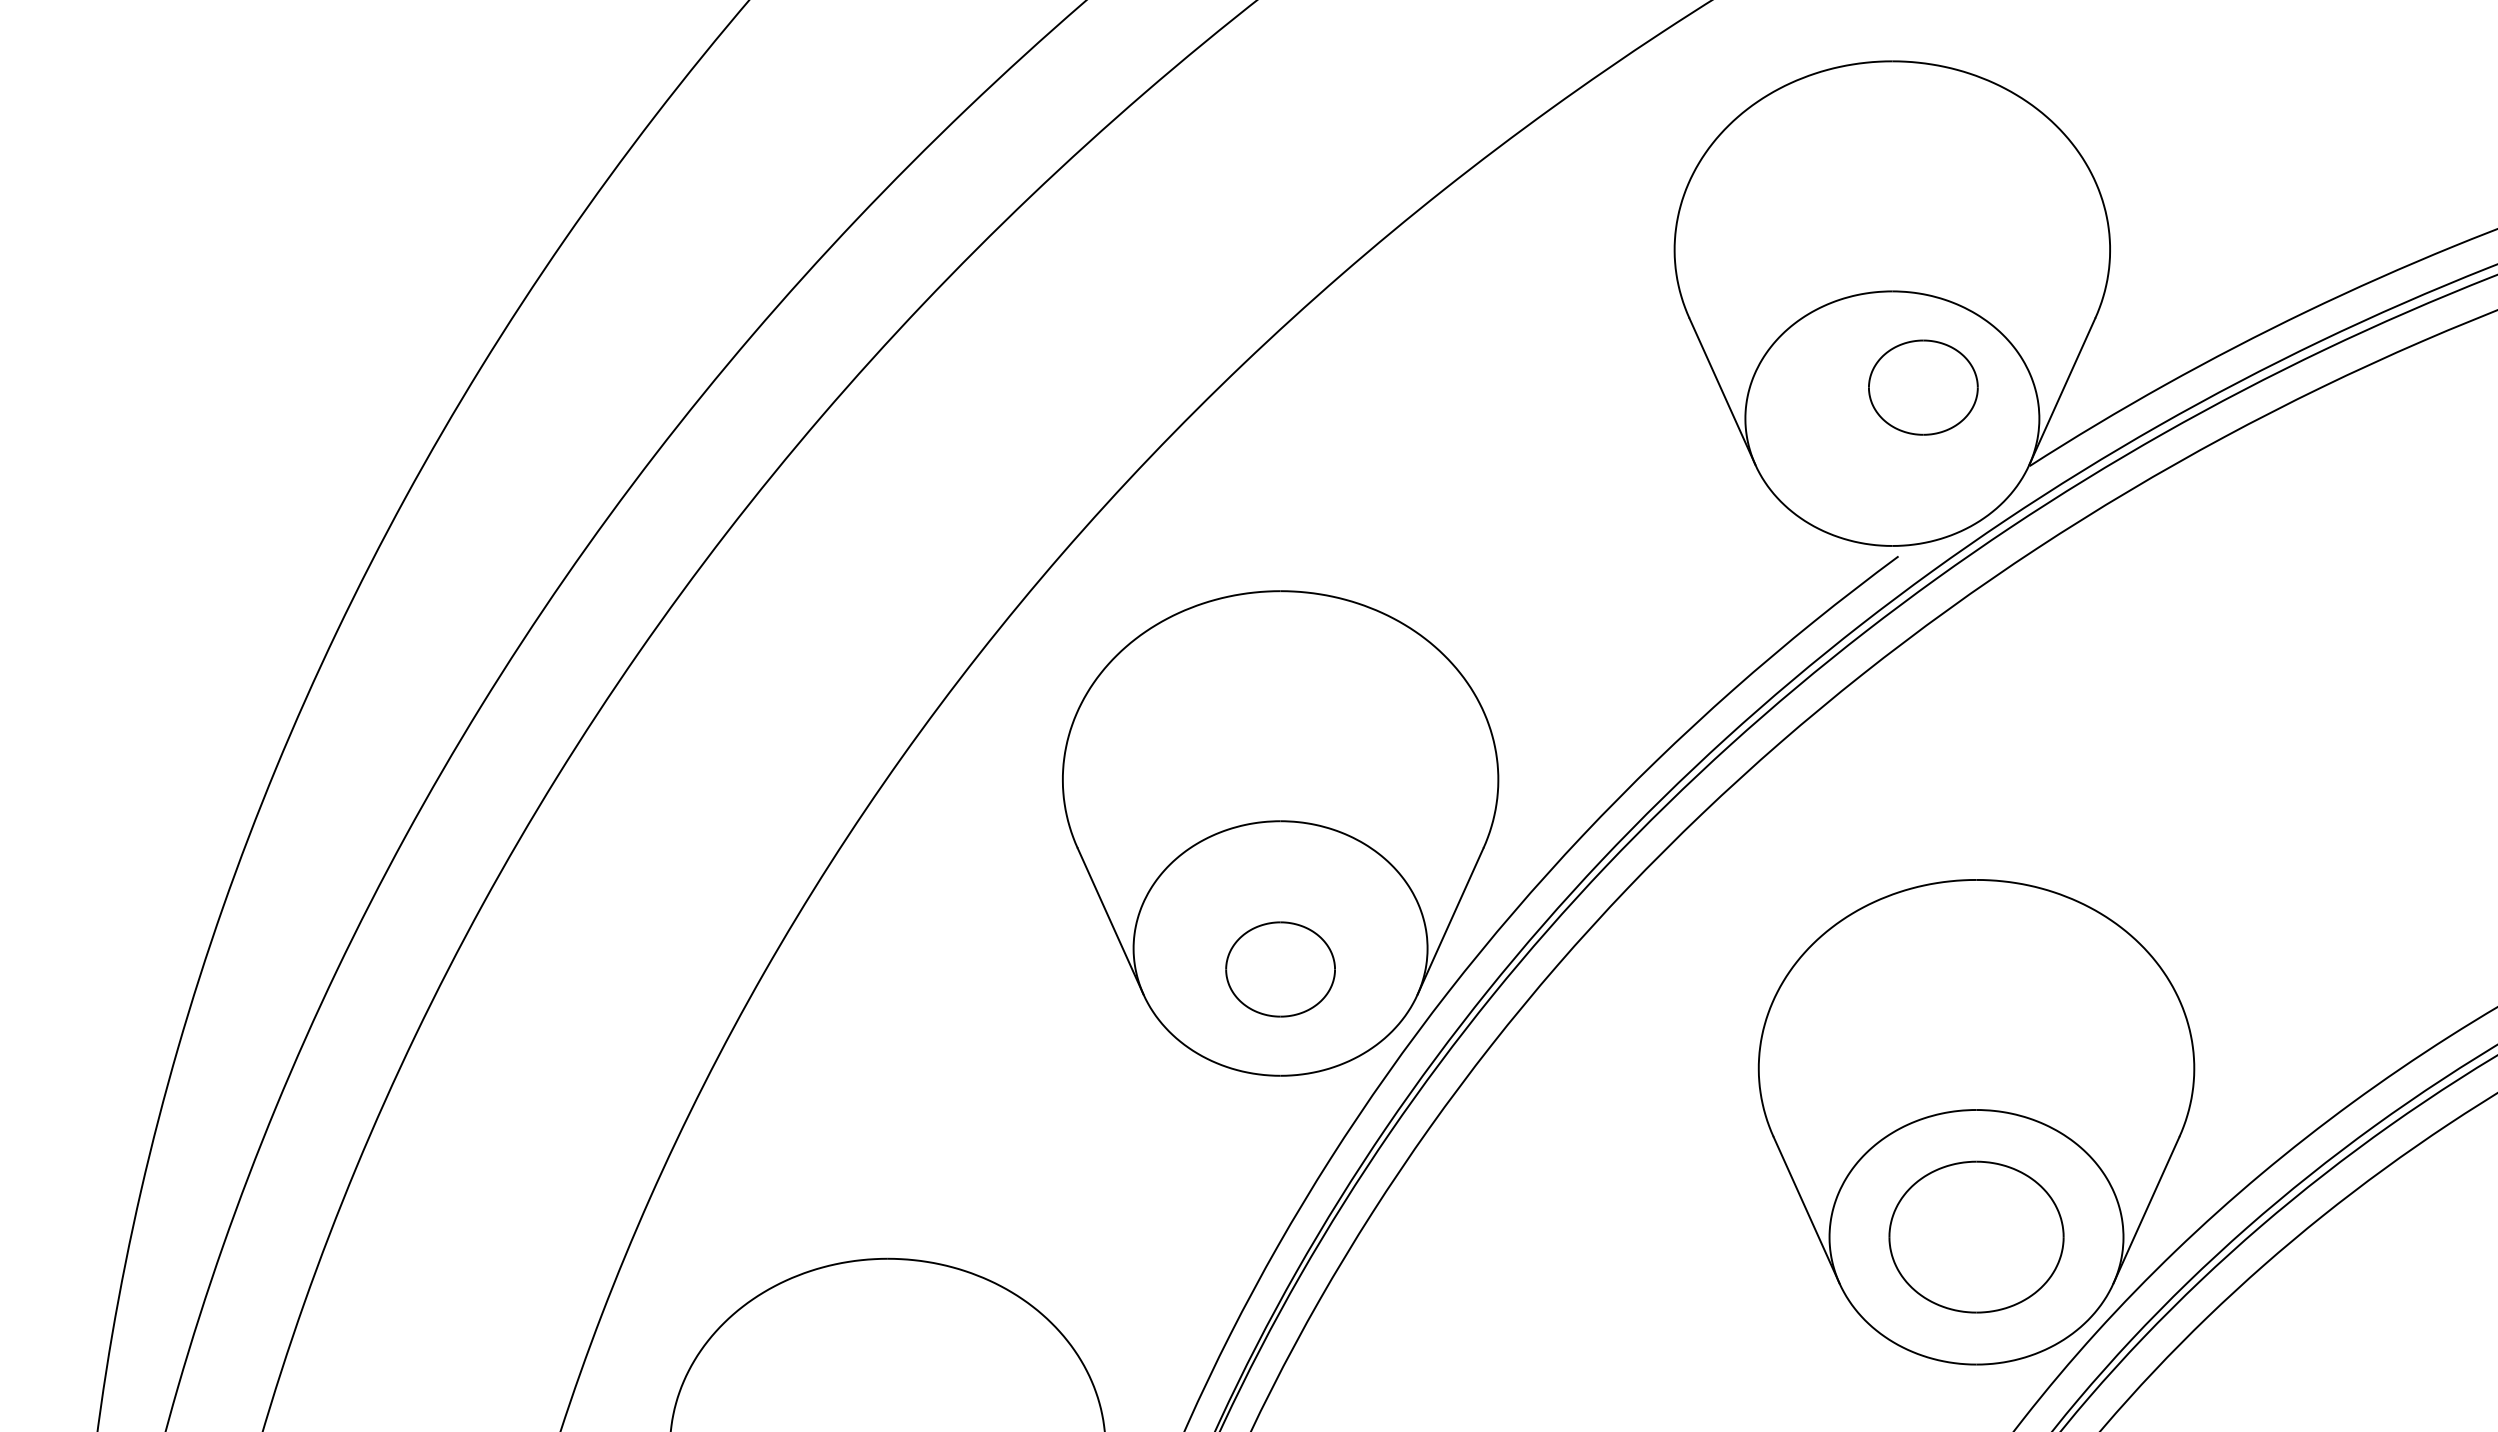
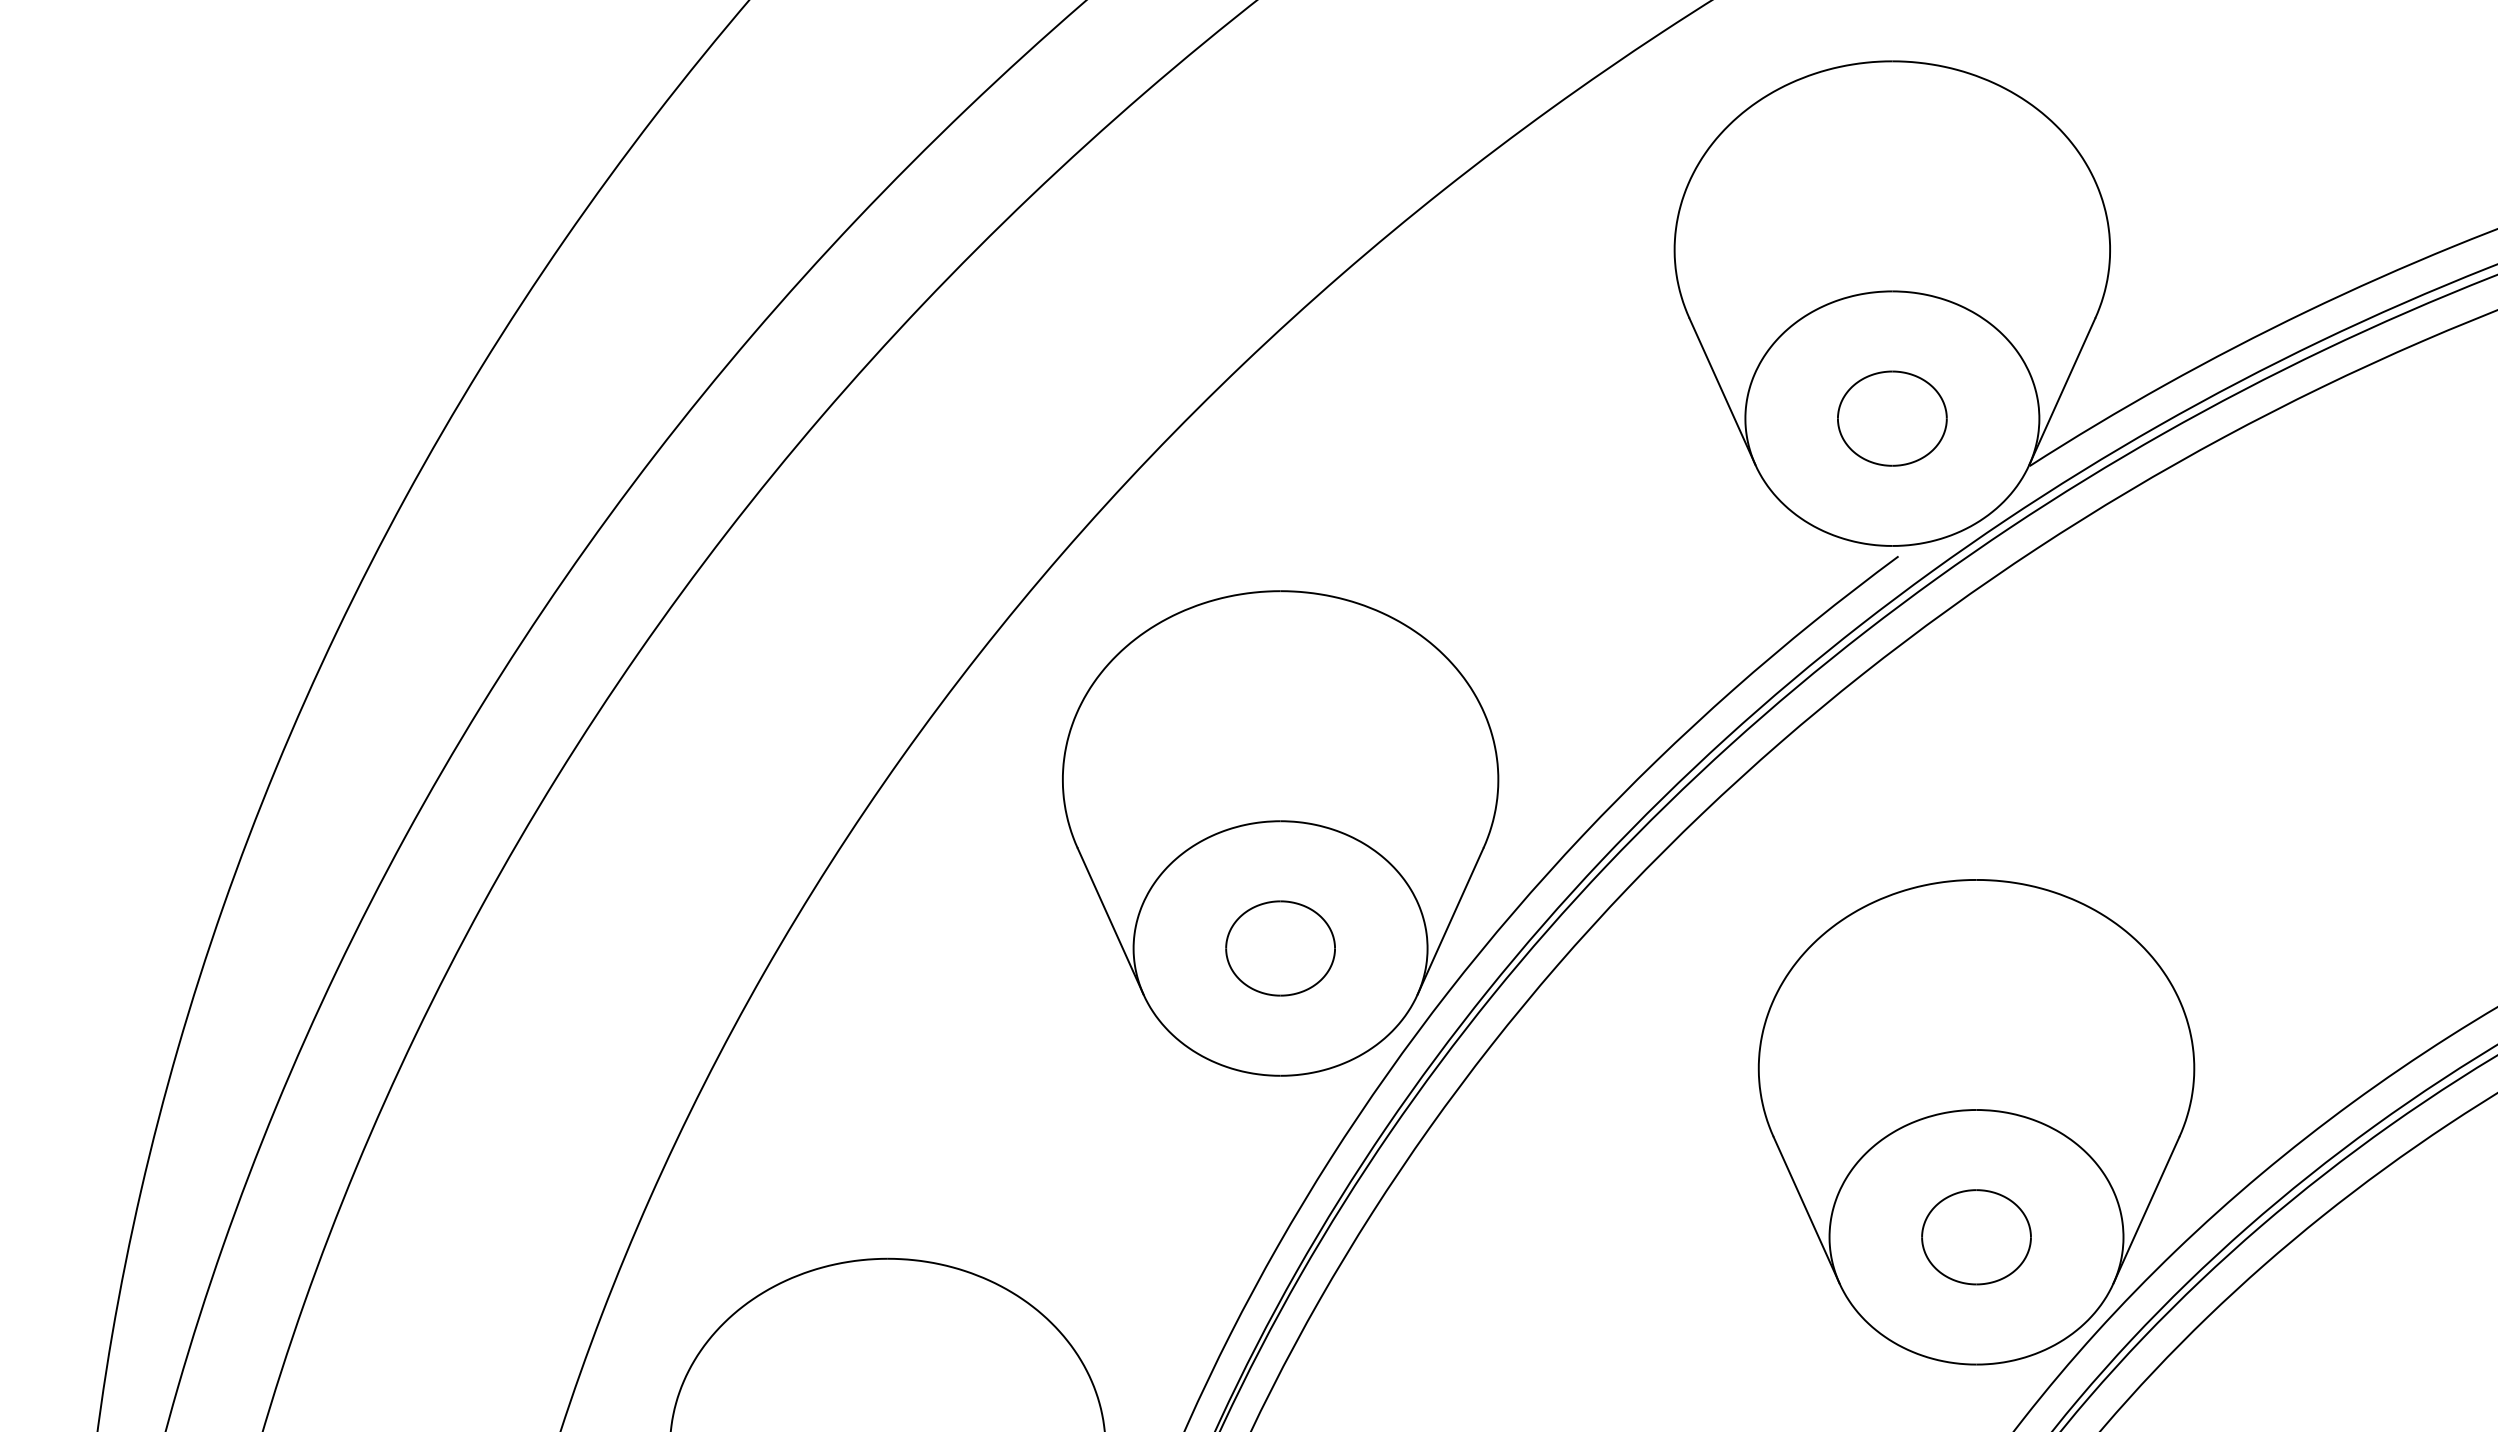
part at (1923, 387) position: (1923, 387) -> (1892, 418)
part at (1280, 969) position: (1280, 969) -> (1280, 948)
part at (1976, 1236) size: 177x154 px -> 111x97 px
